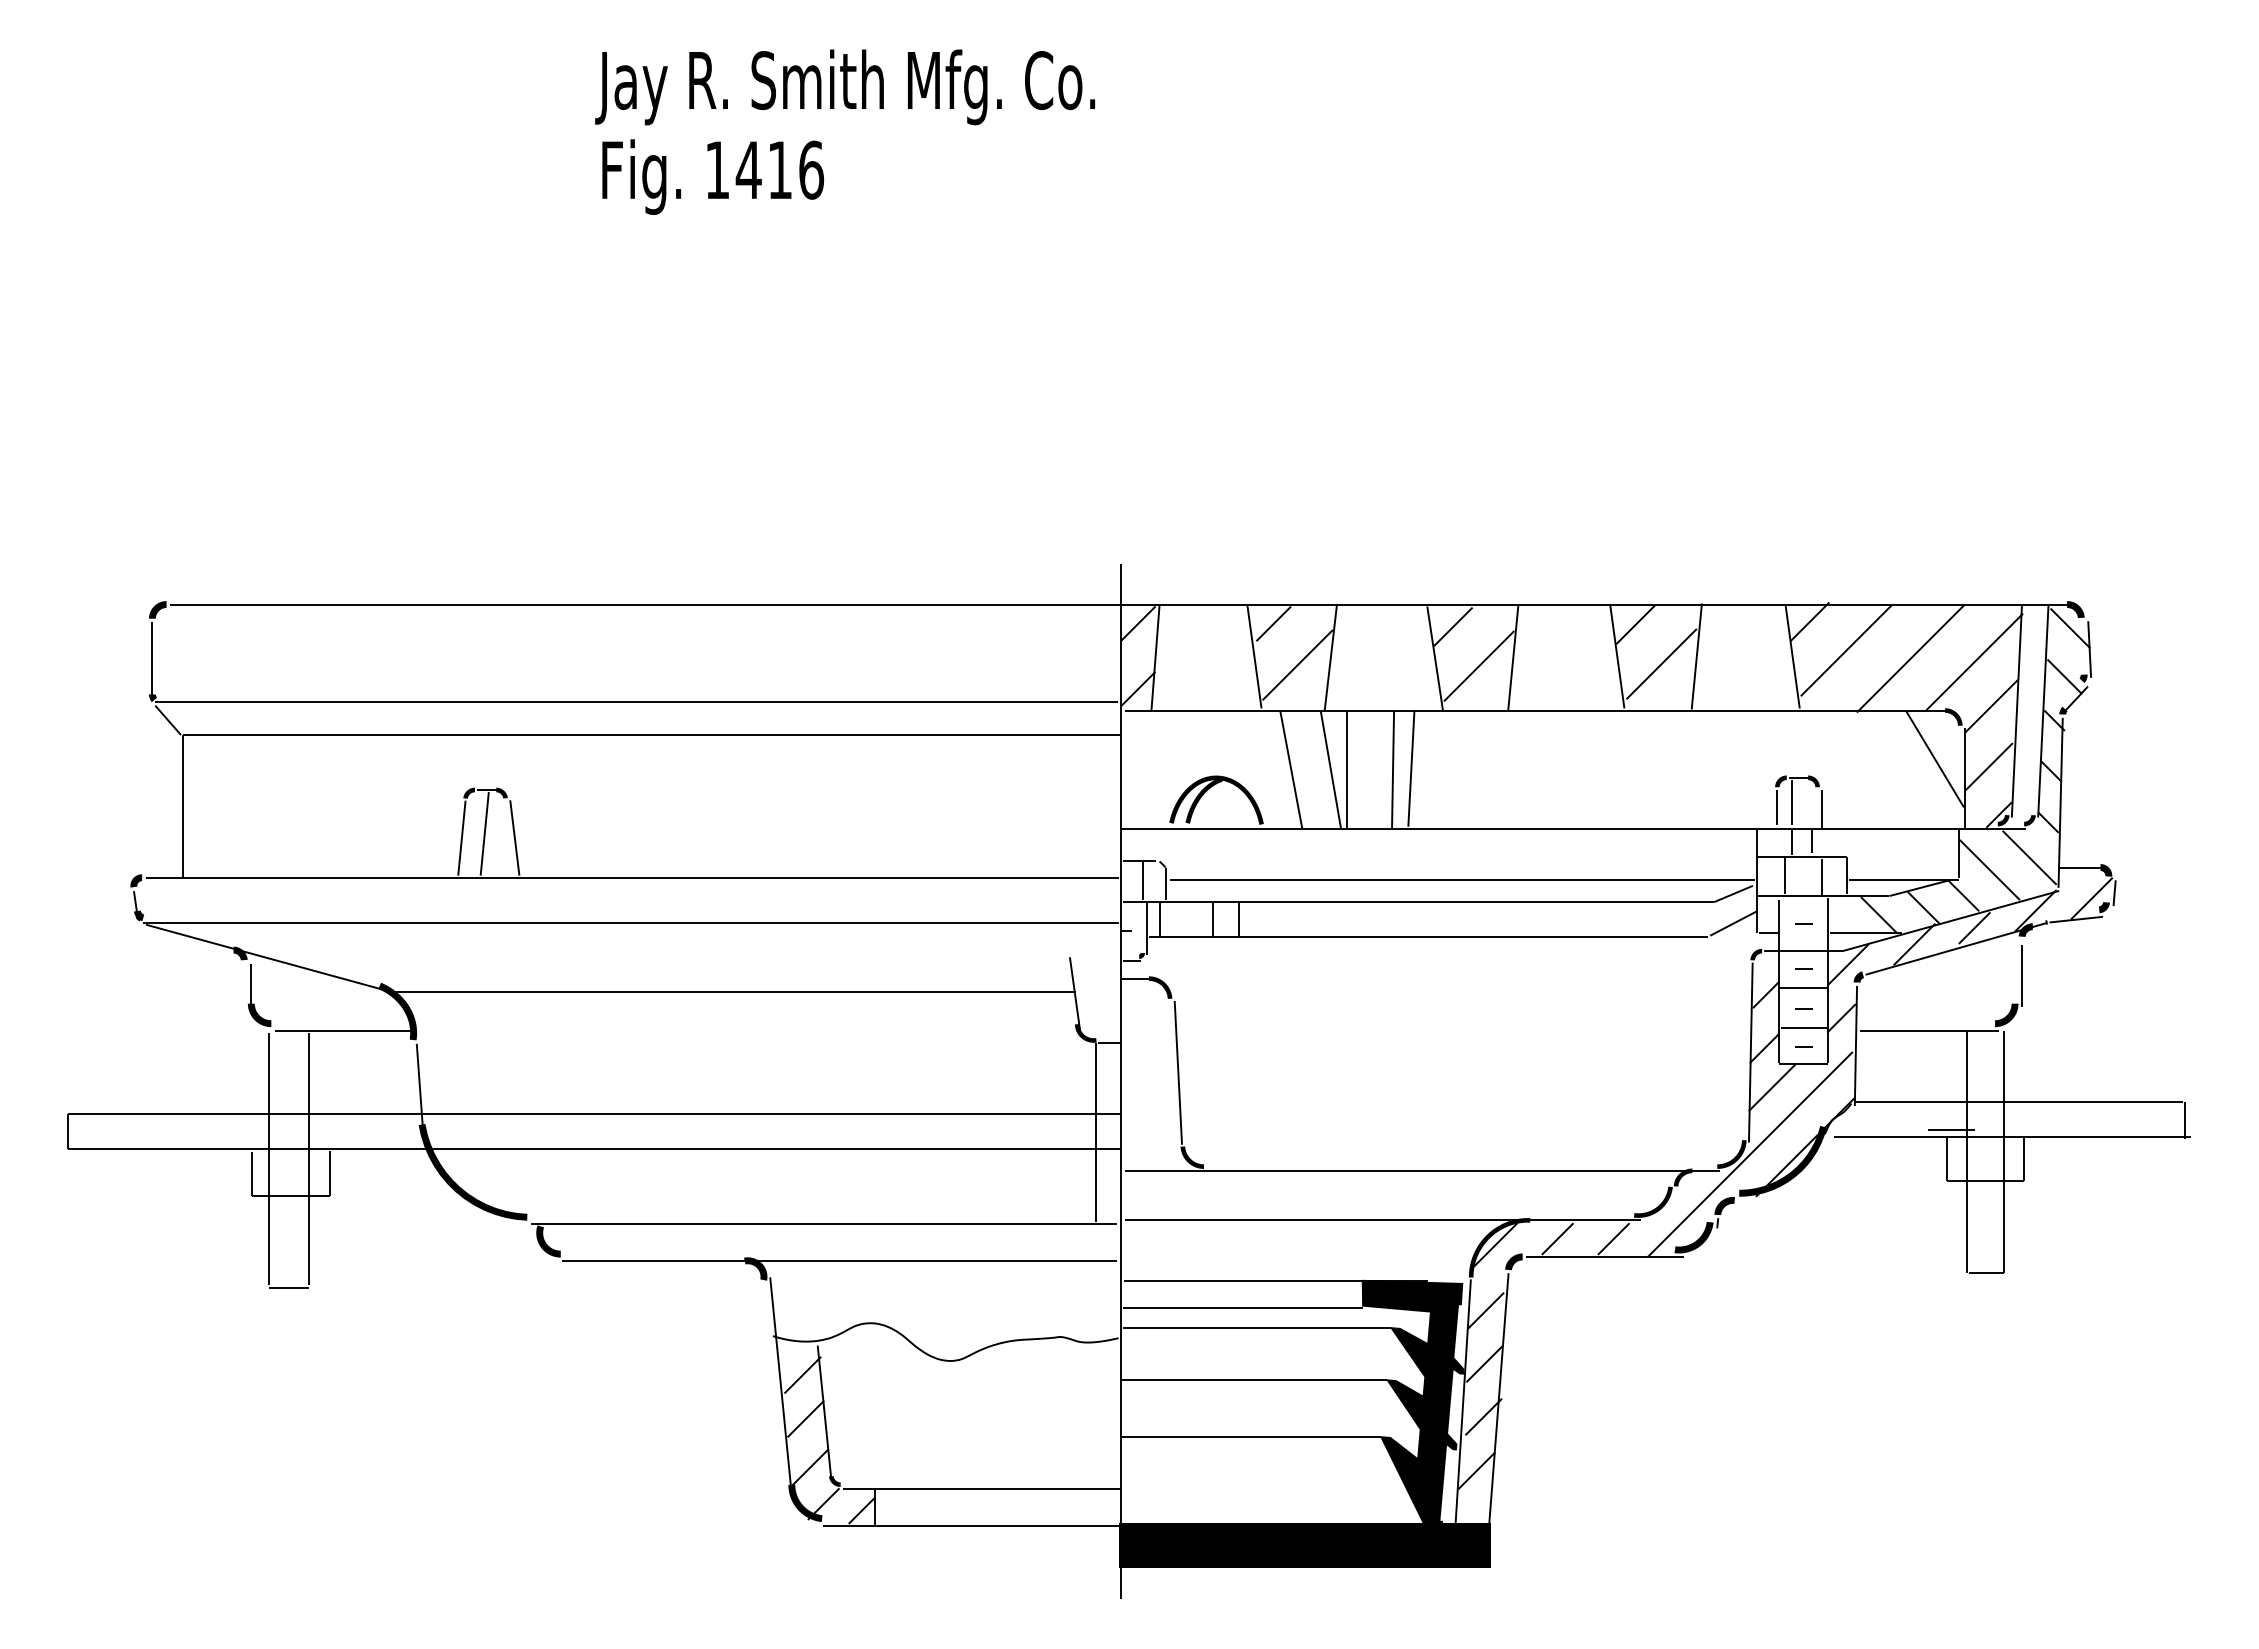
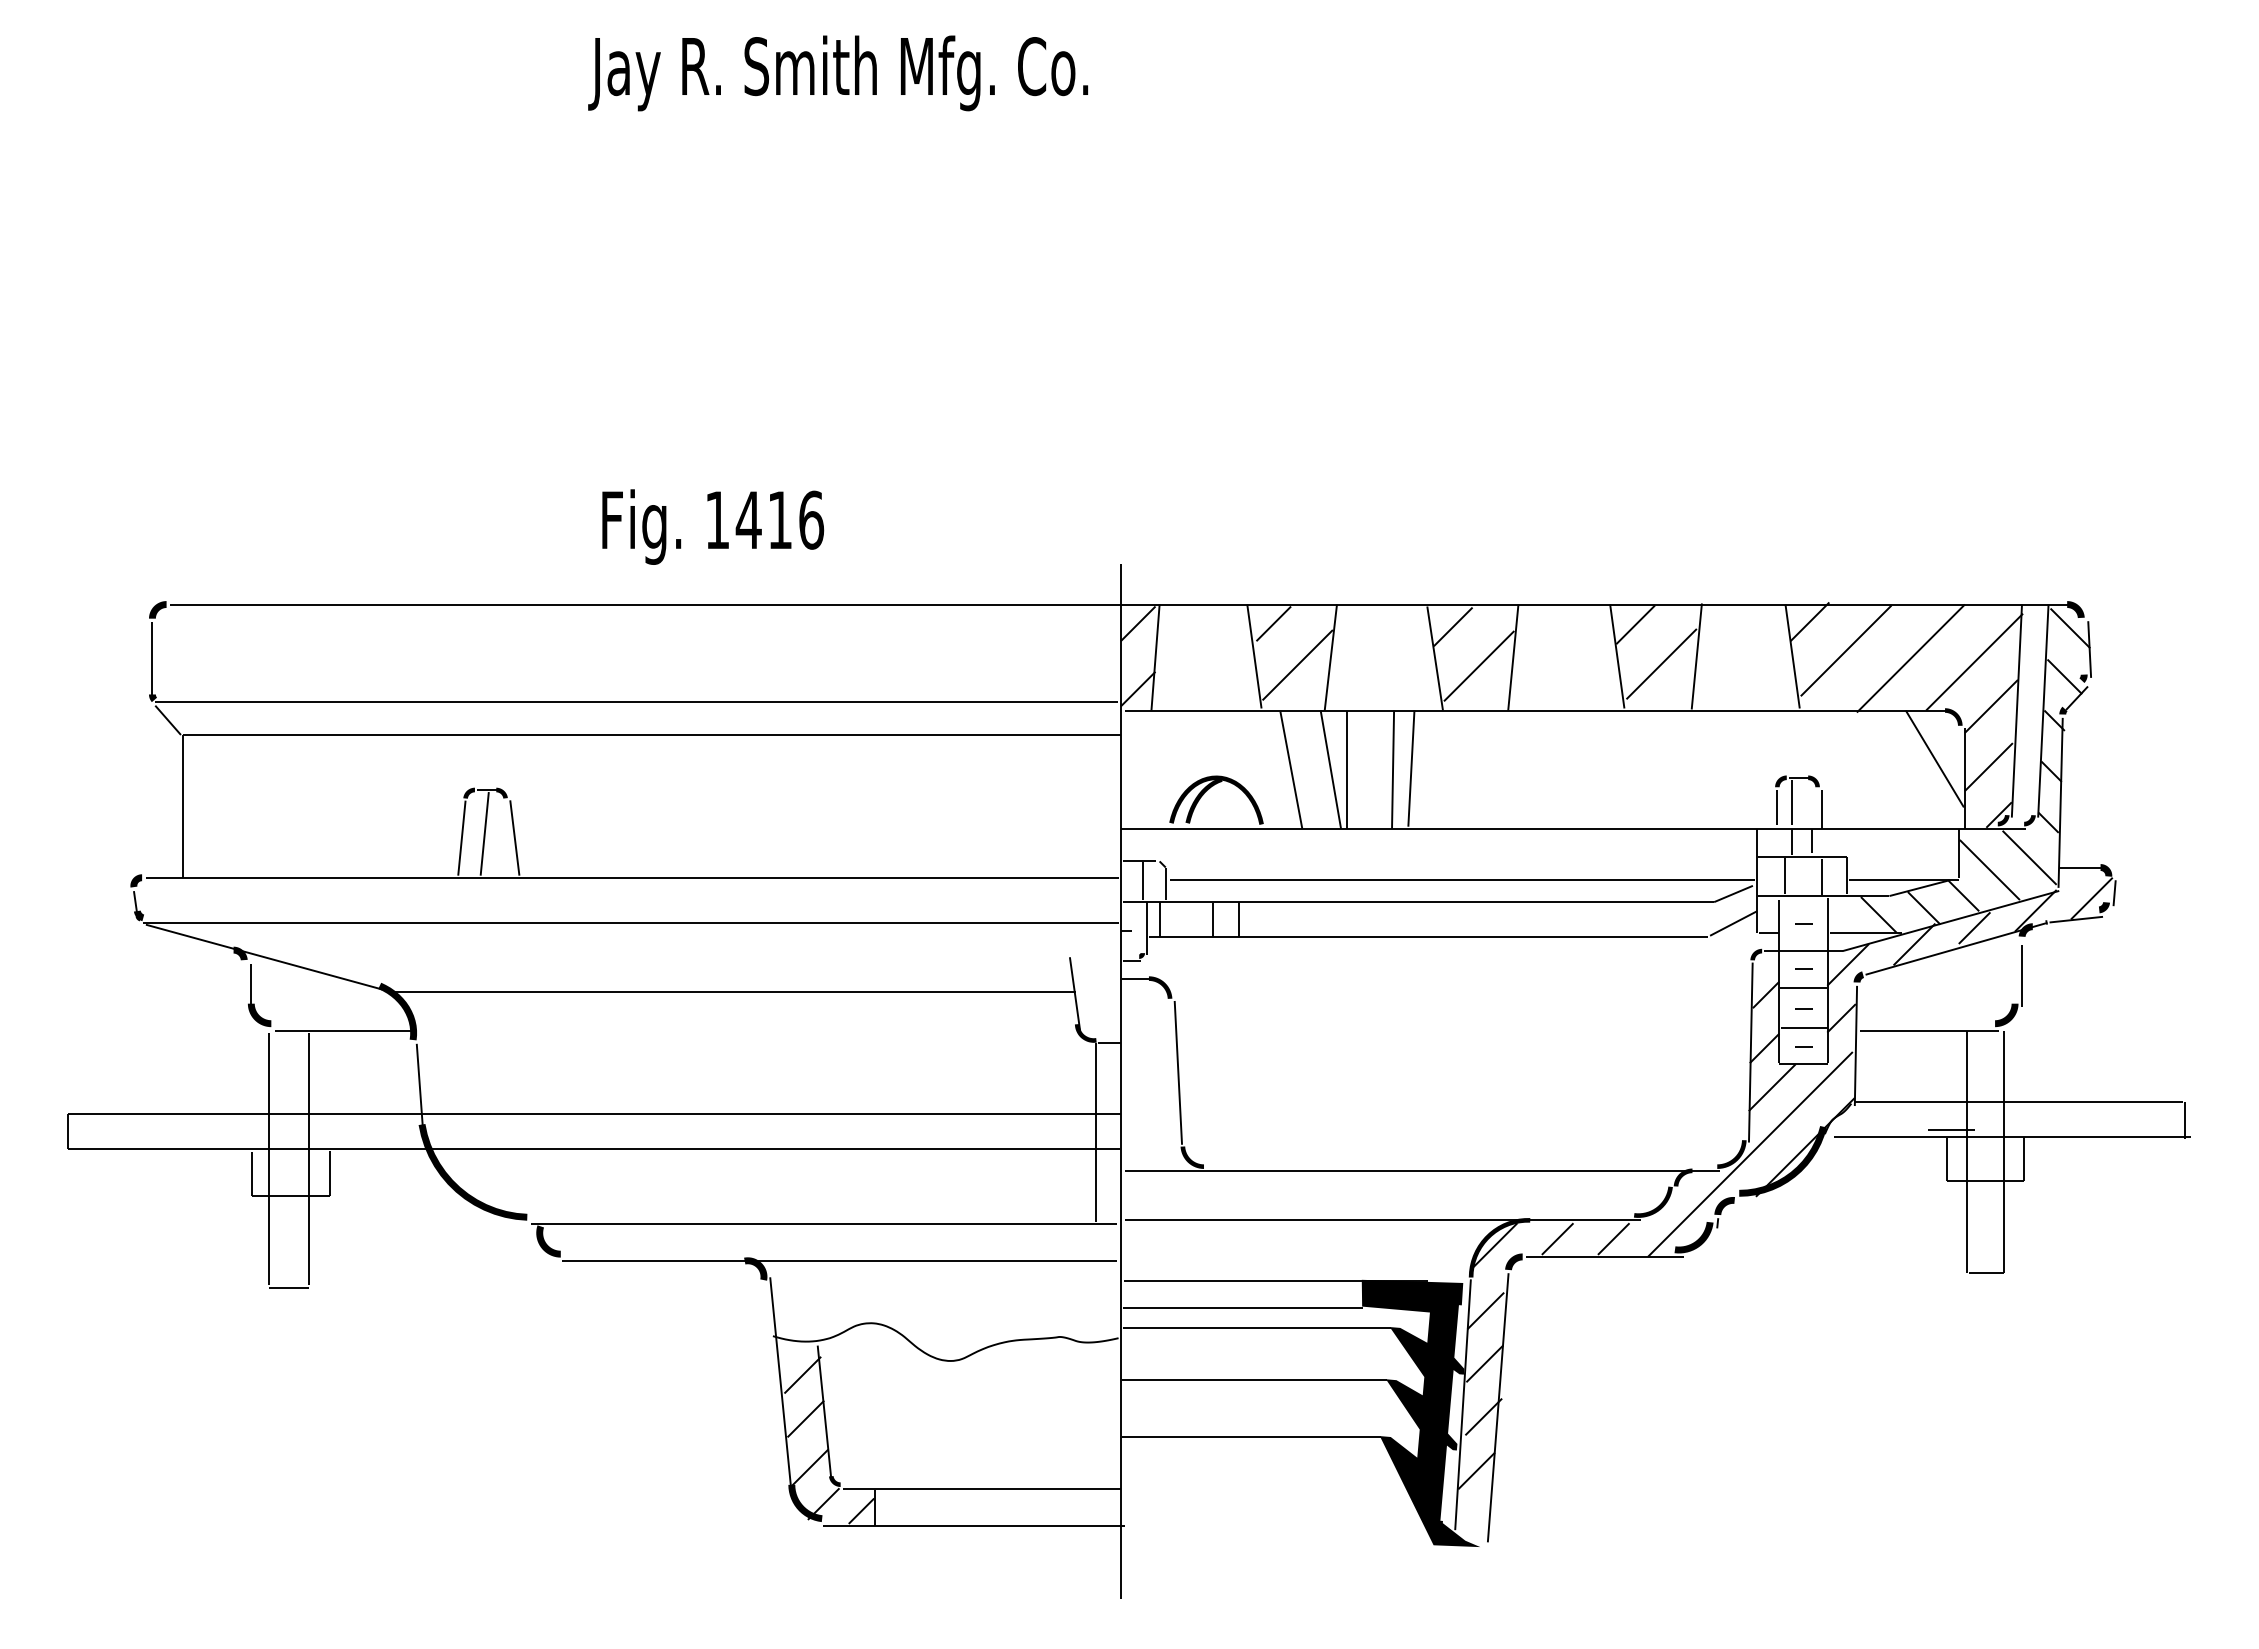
text at (844, 87) position: (844, 87) -> (837, 73)
text at (713, 176) position: (713, 176) -> (713, 526)
fill at (1304, 1544): present -> none
